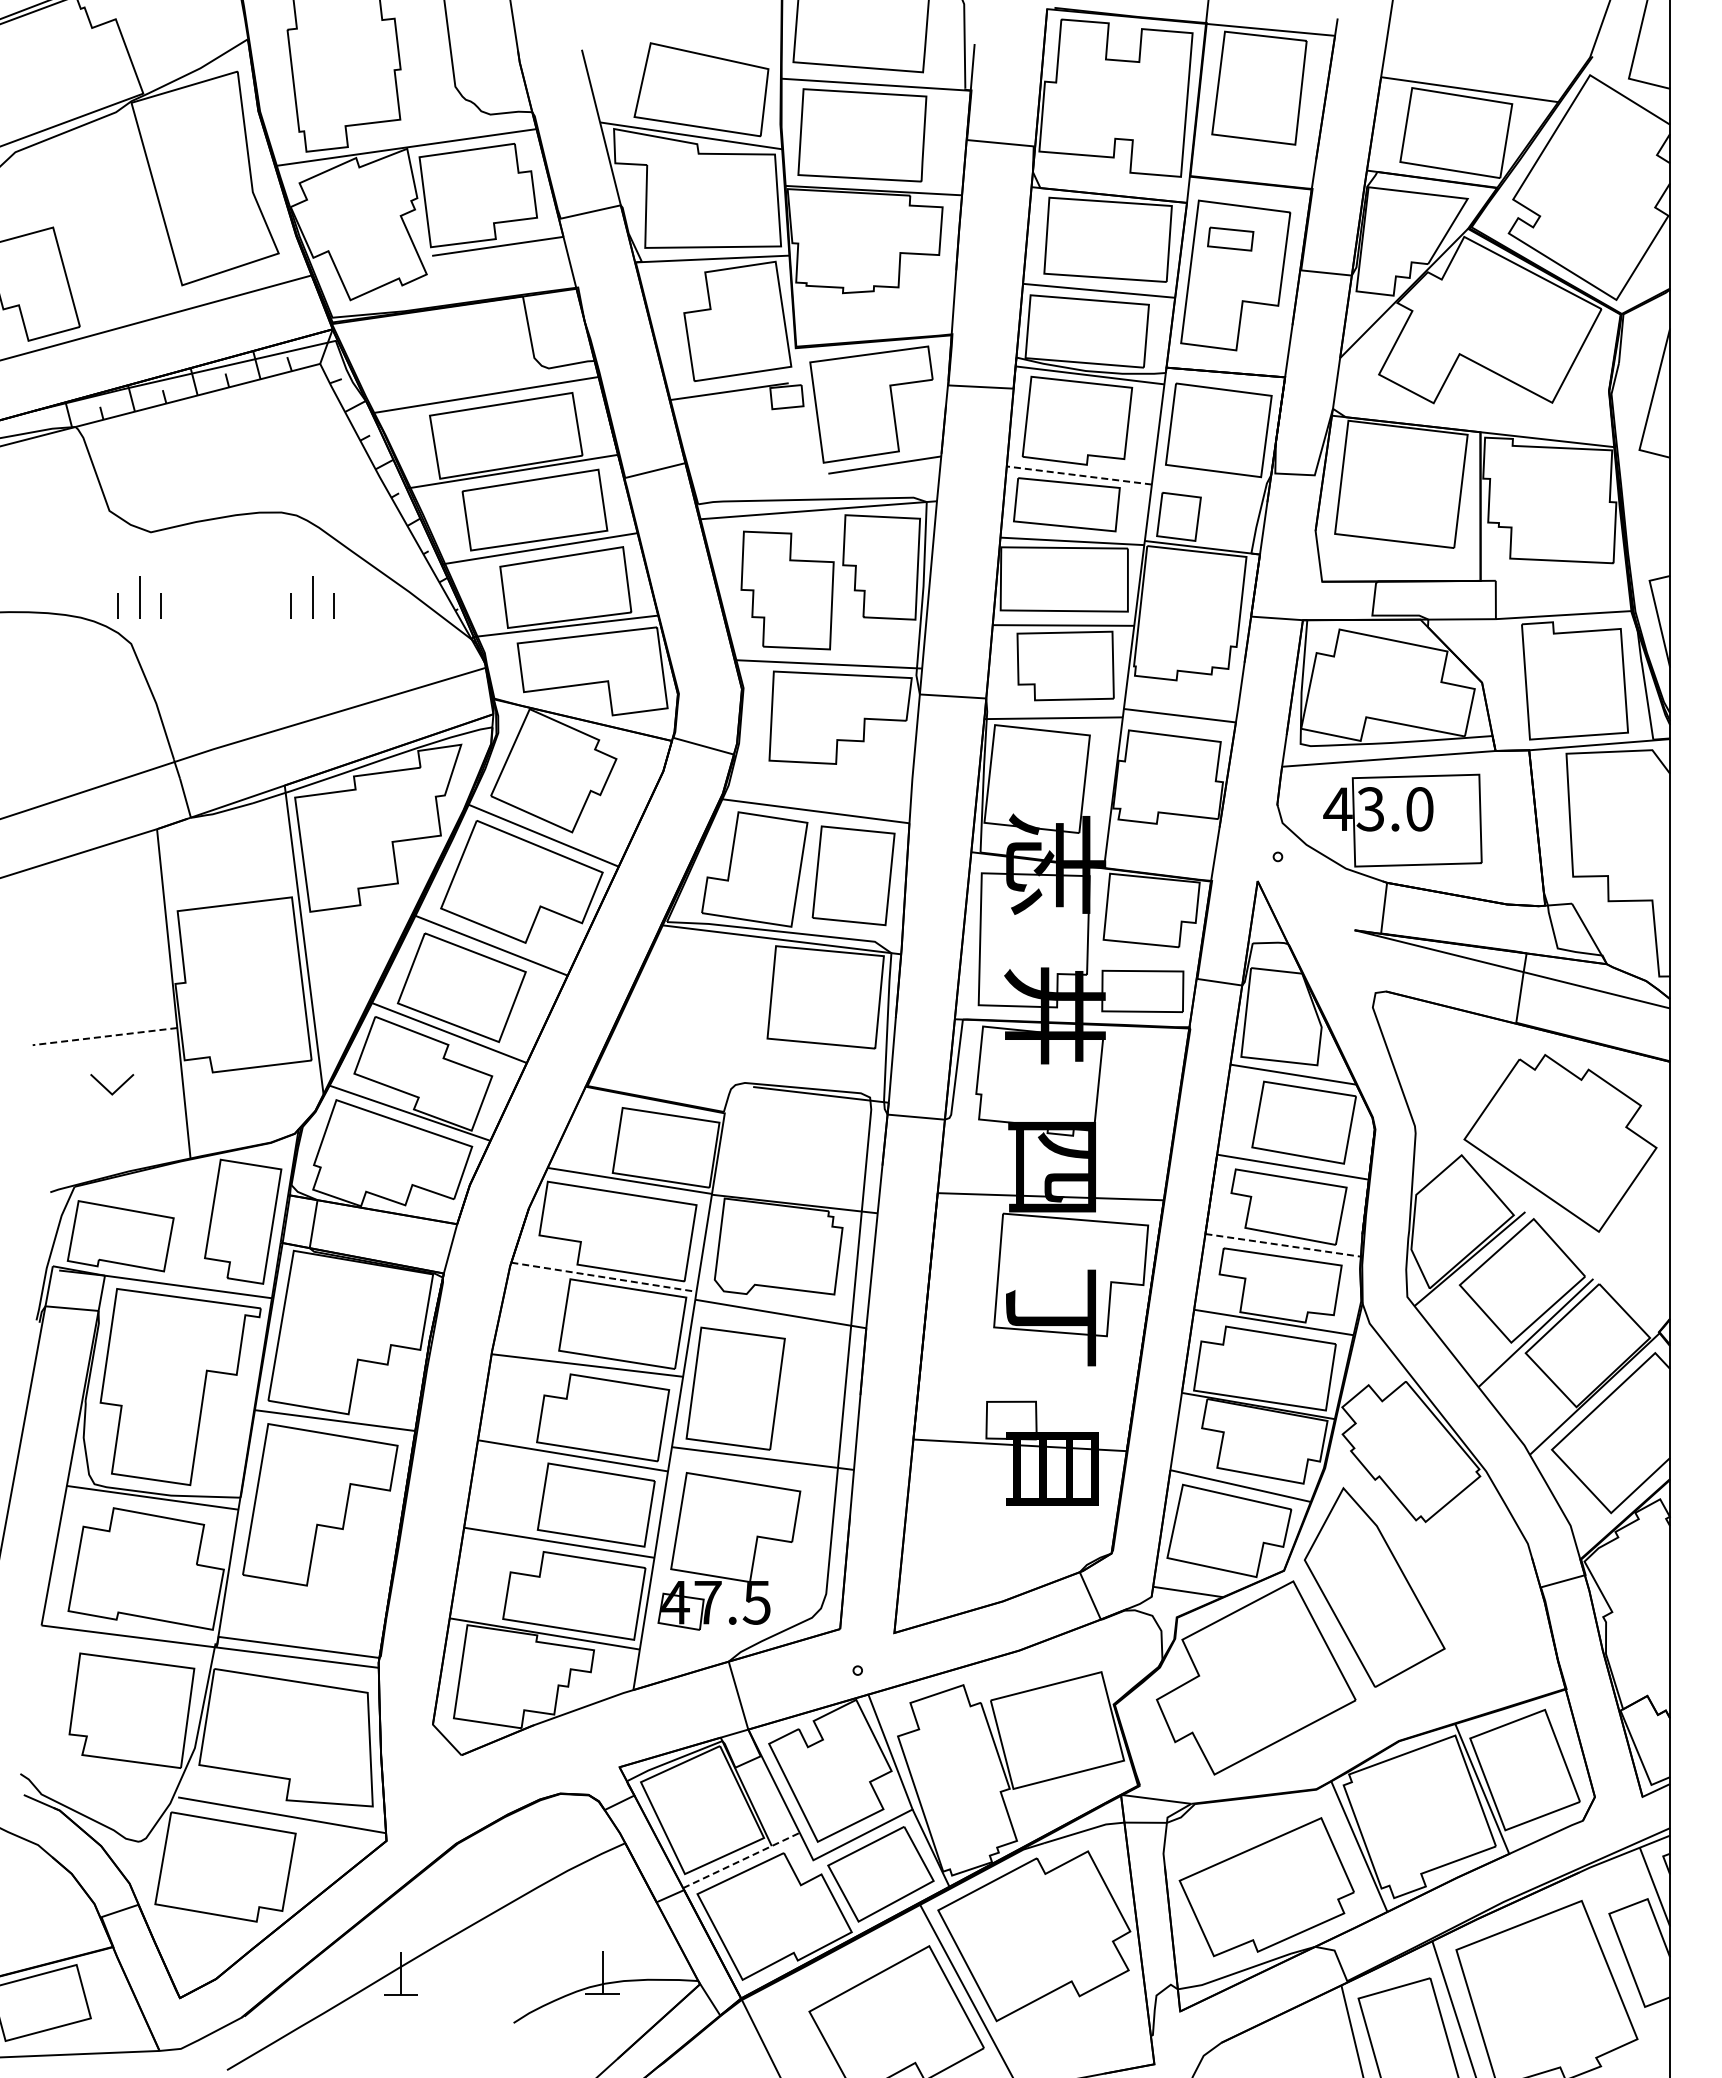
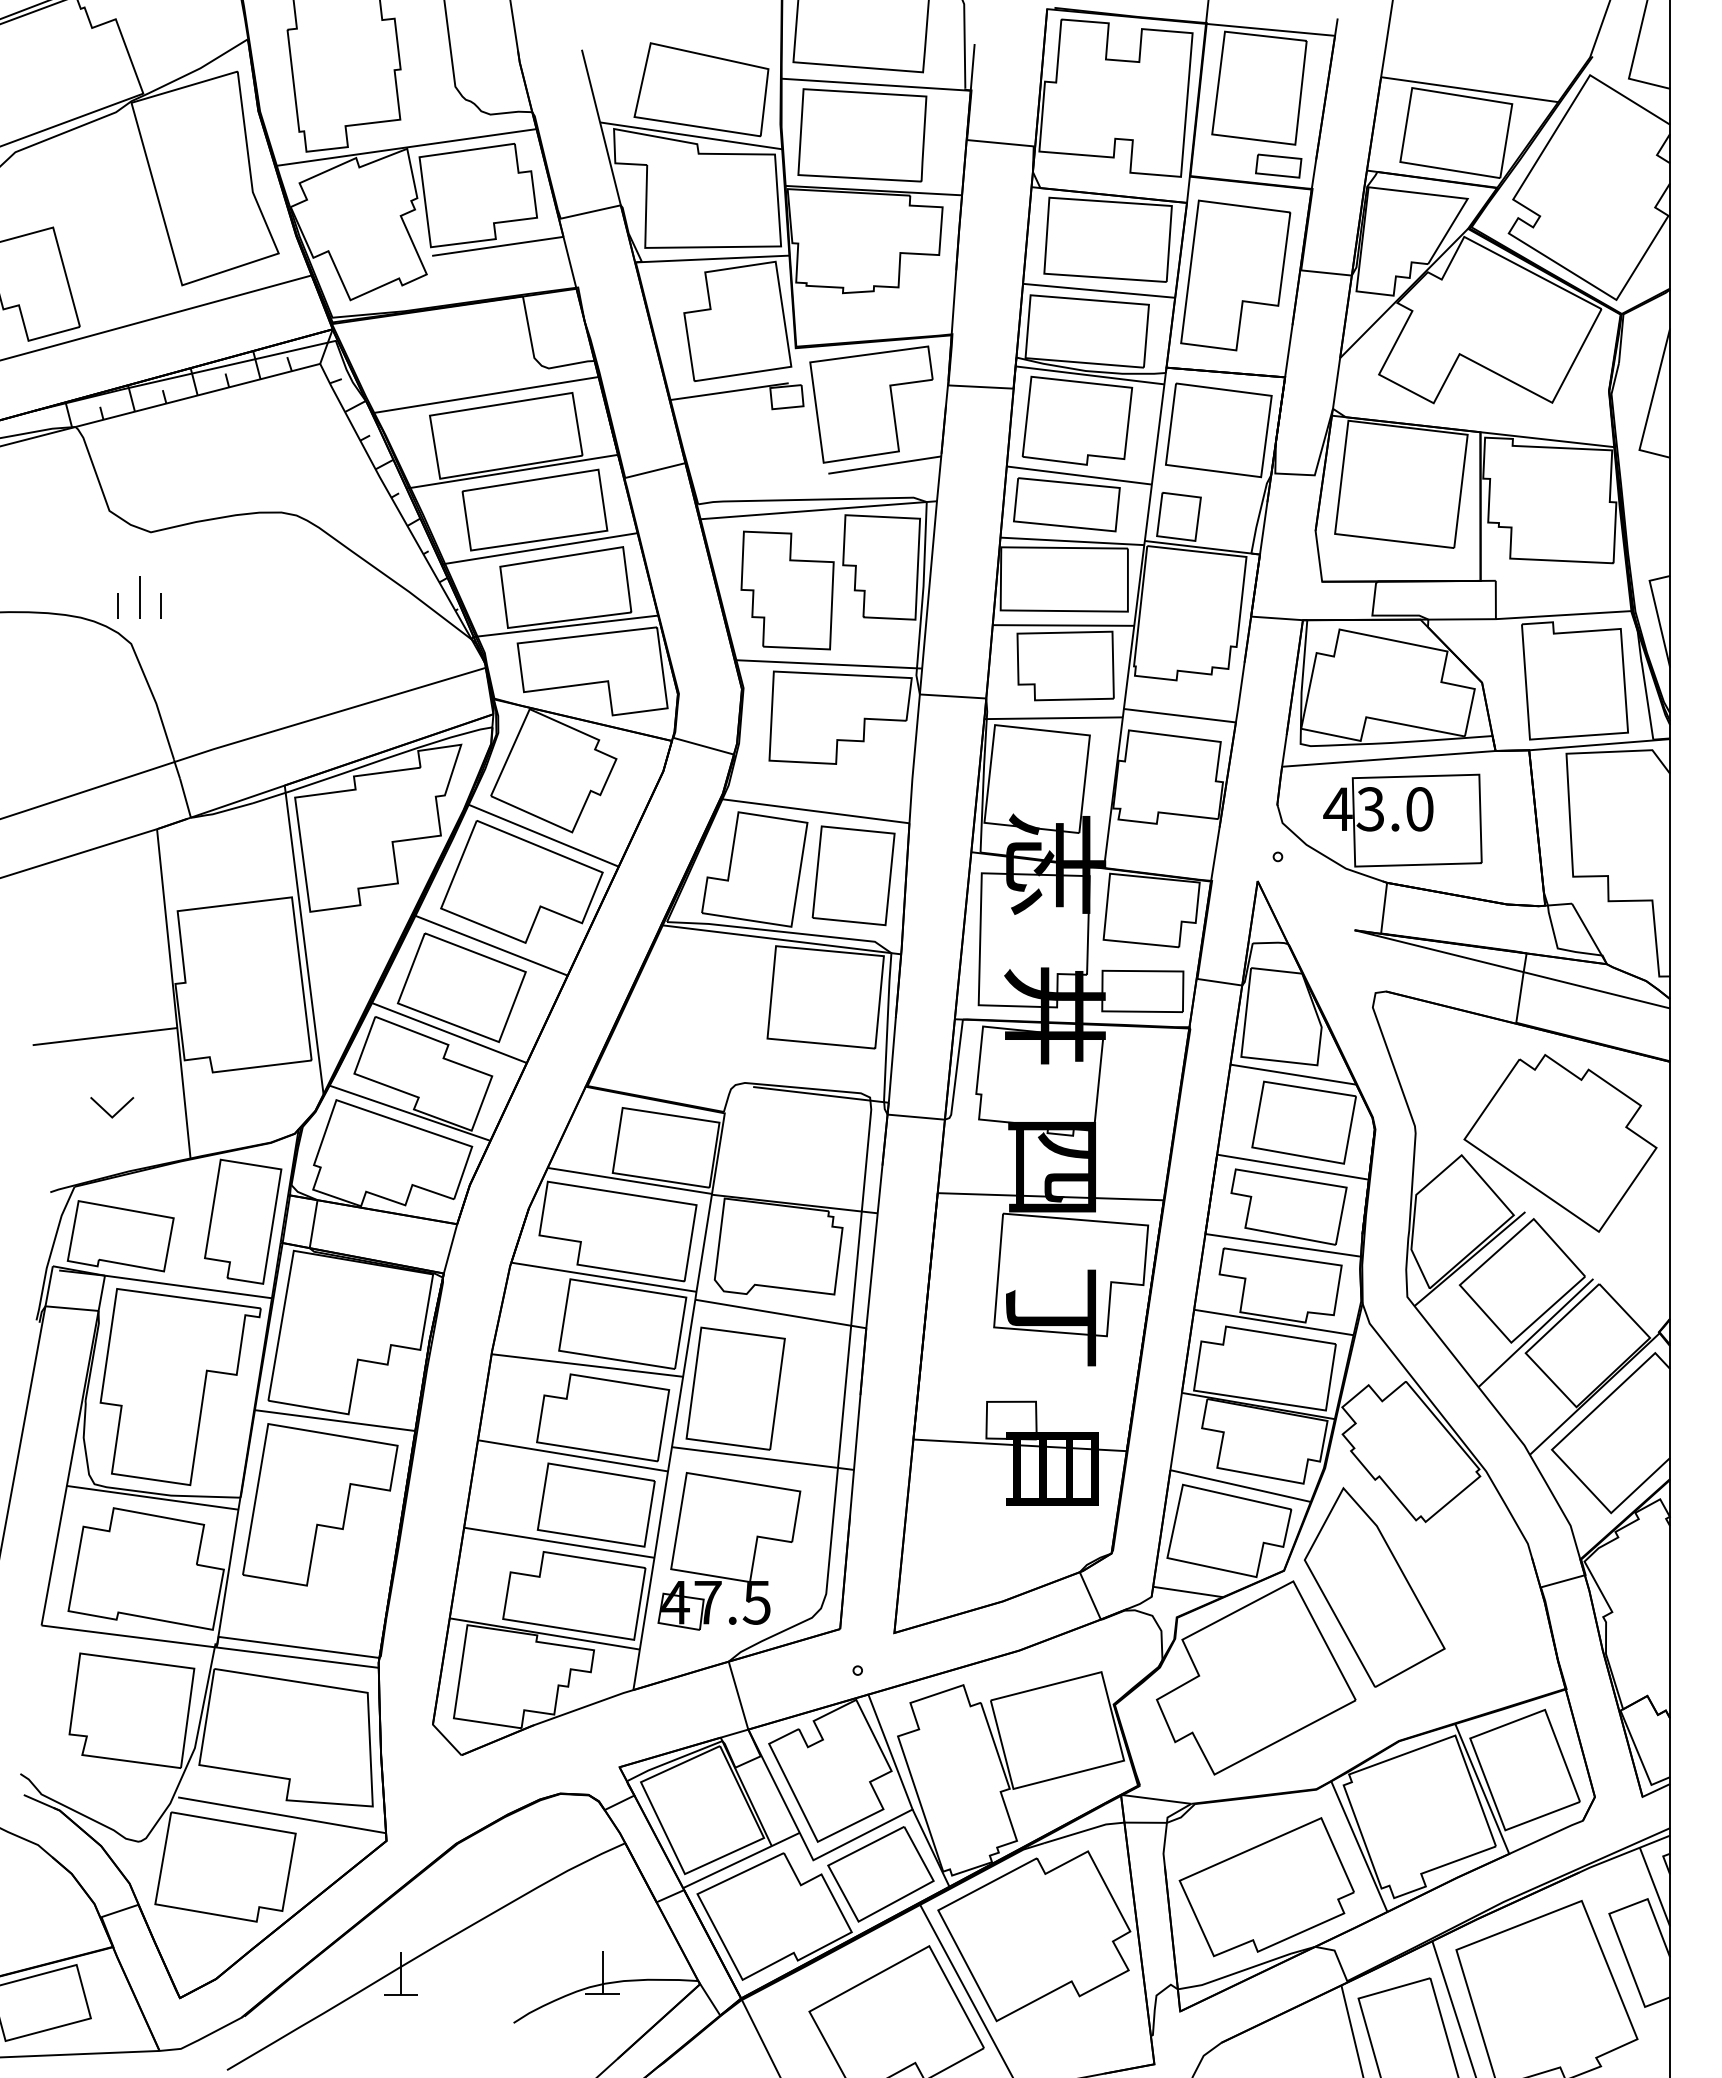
part at (1230, 238) position: (1230, 238) -> (1278, 165)
line at (1078, 475): dashed -> solid
part at (312, 597): present -> none
line at (105, 1036): dashed -> solid
part at (107, 1088) position: (107, 1088) -> (107, 1111)
line at (1283, 1245): dashed -> solid
line at (603, 1277): dashed -> solid
line at (742, 1860): dashed -> solid
